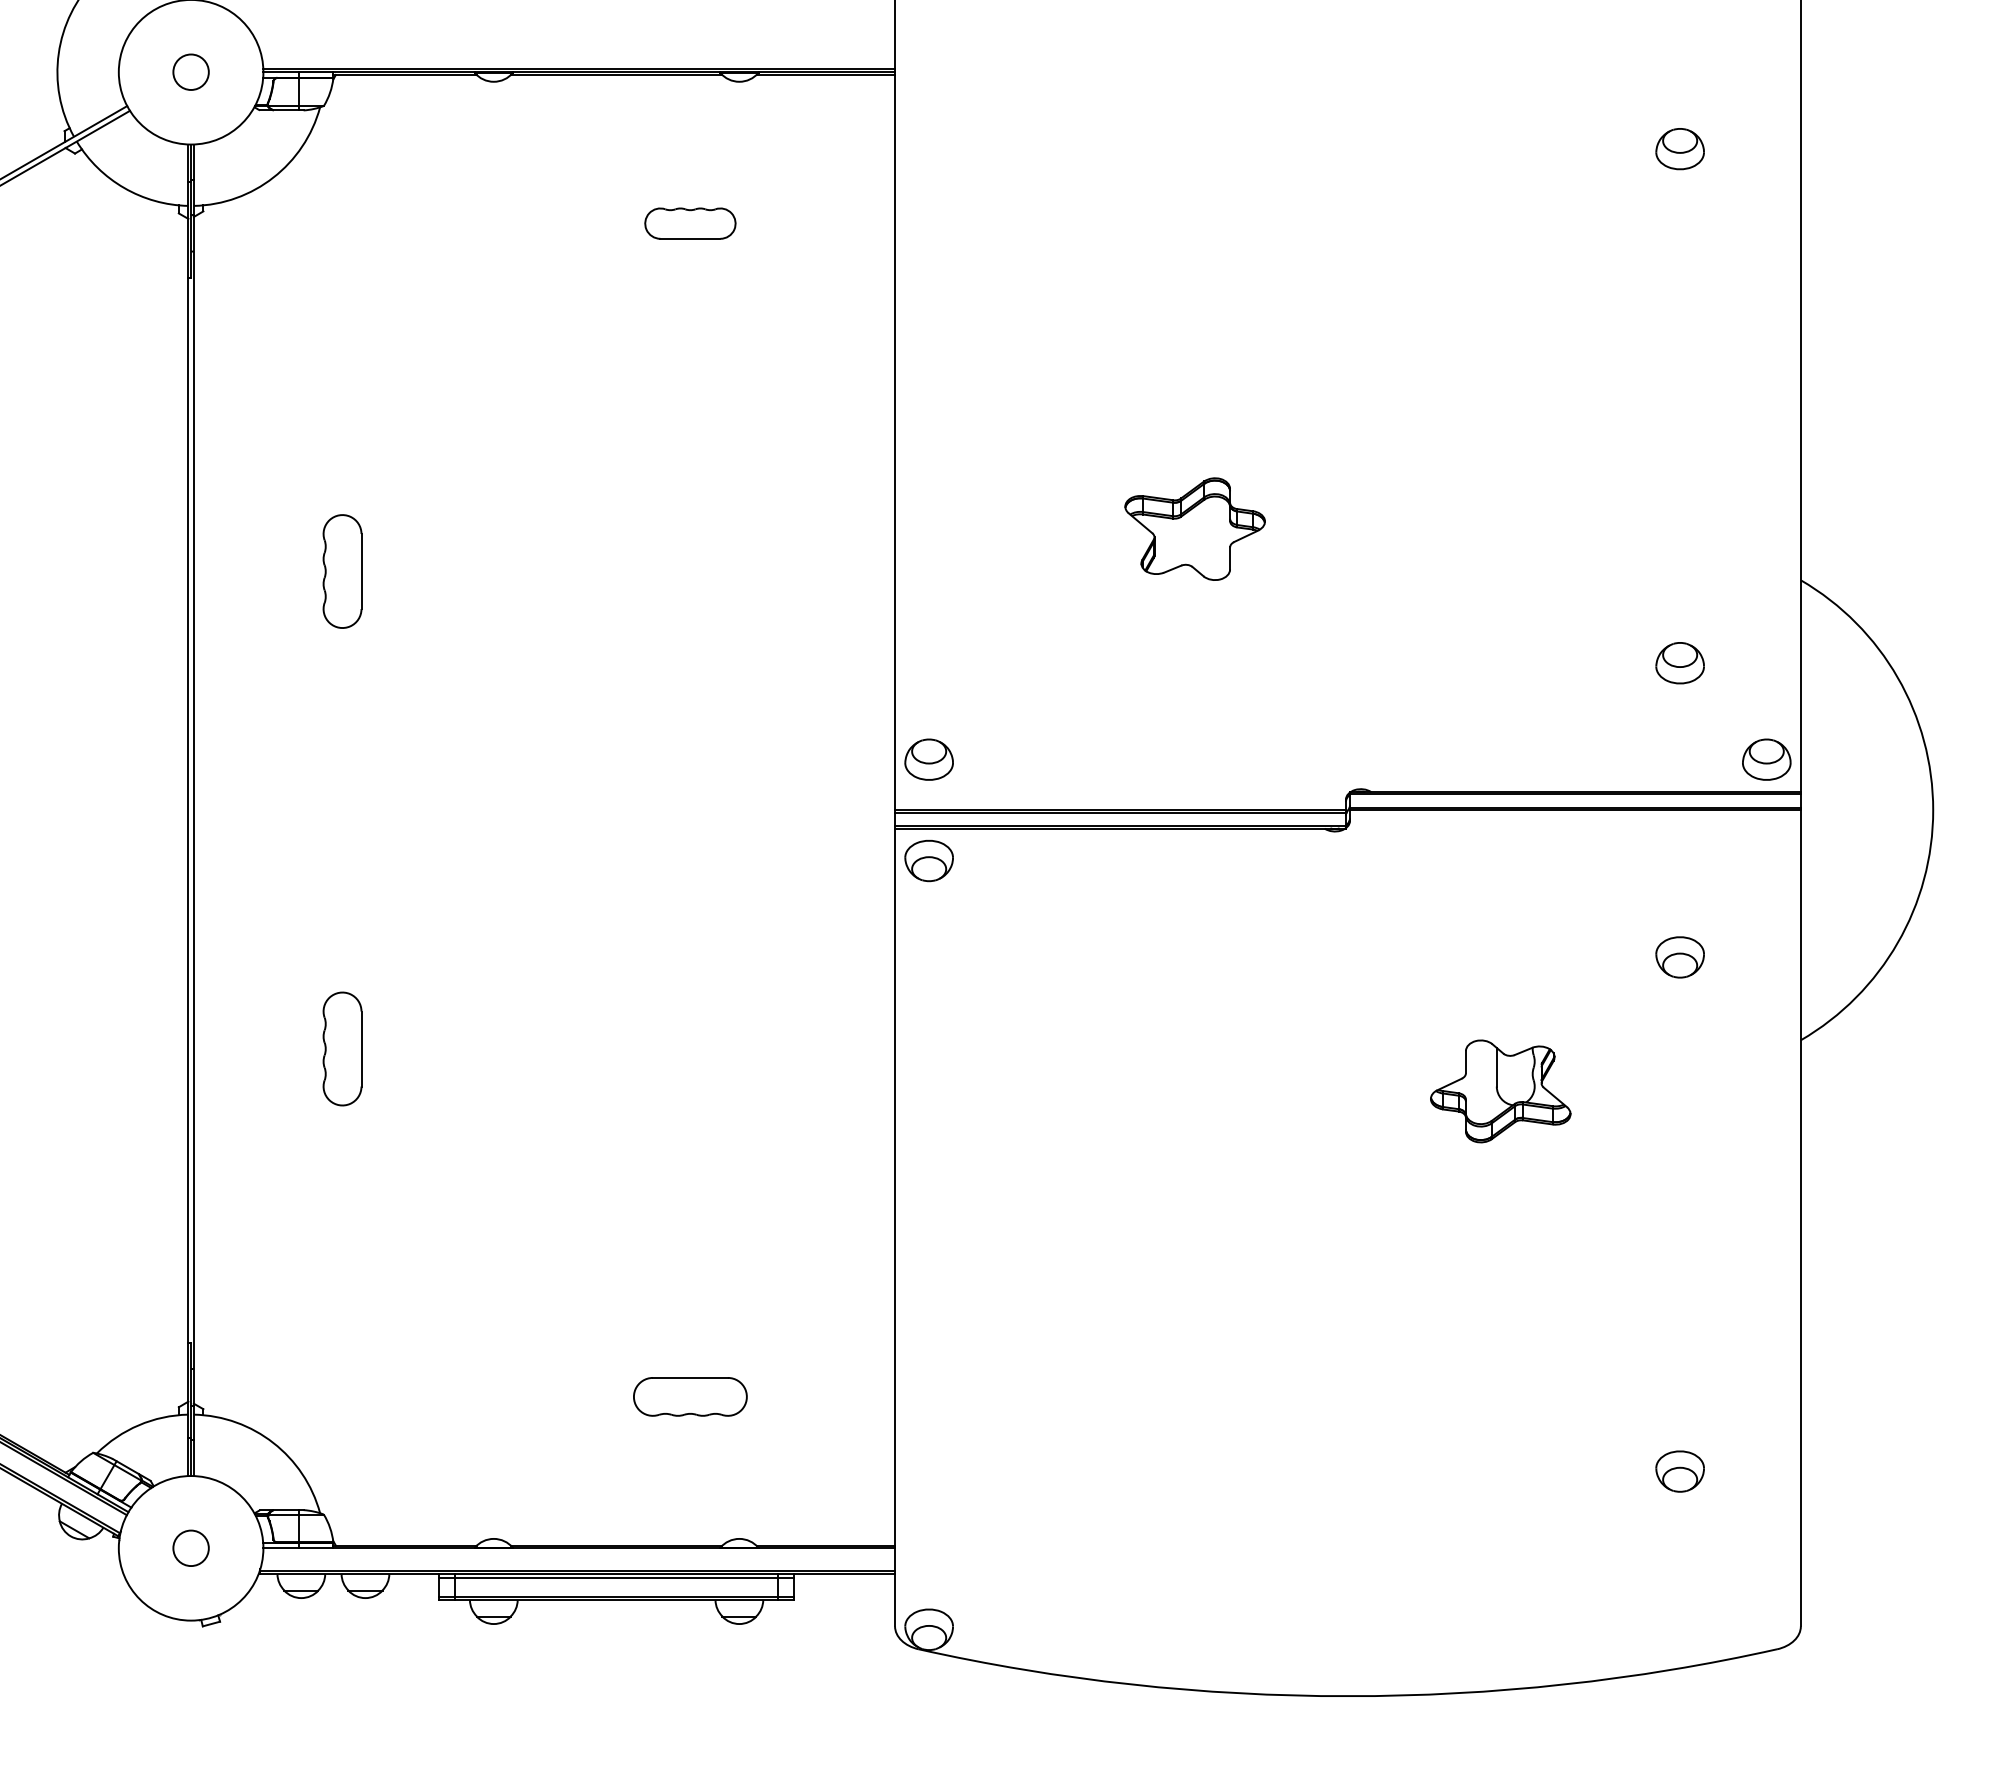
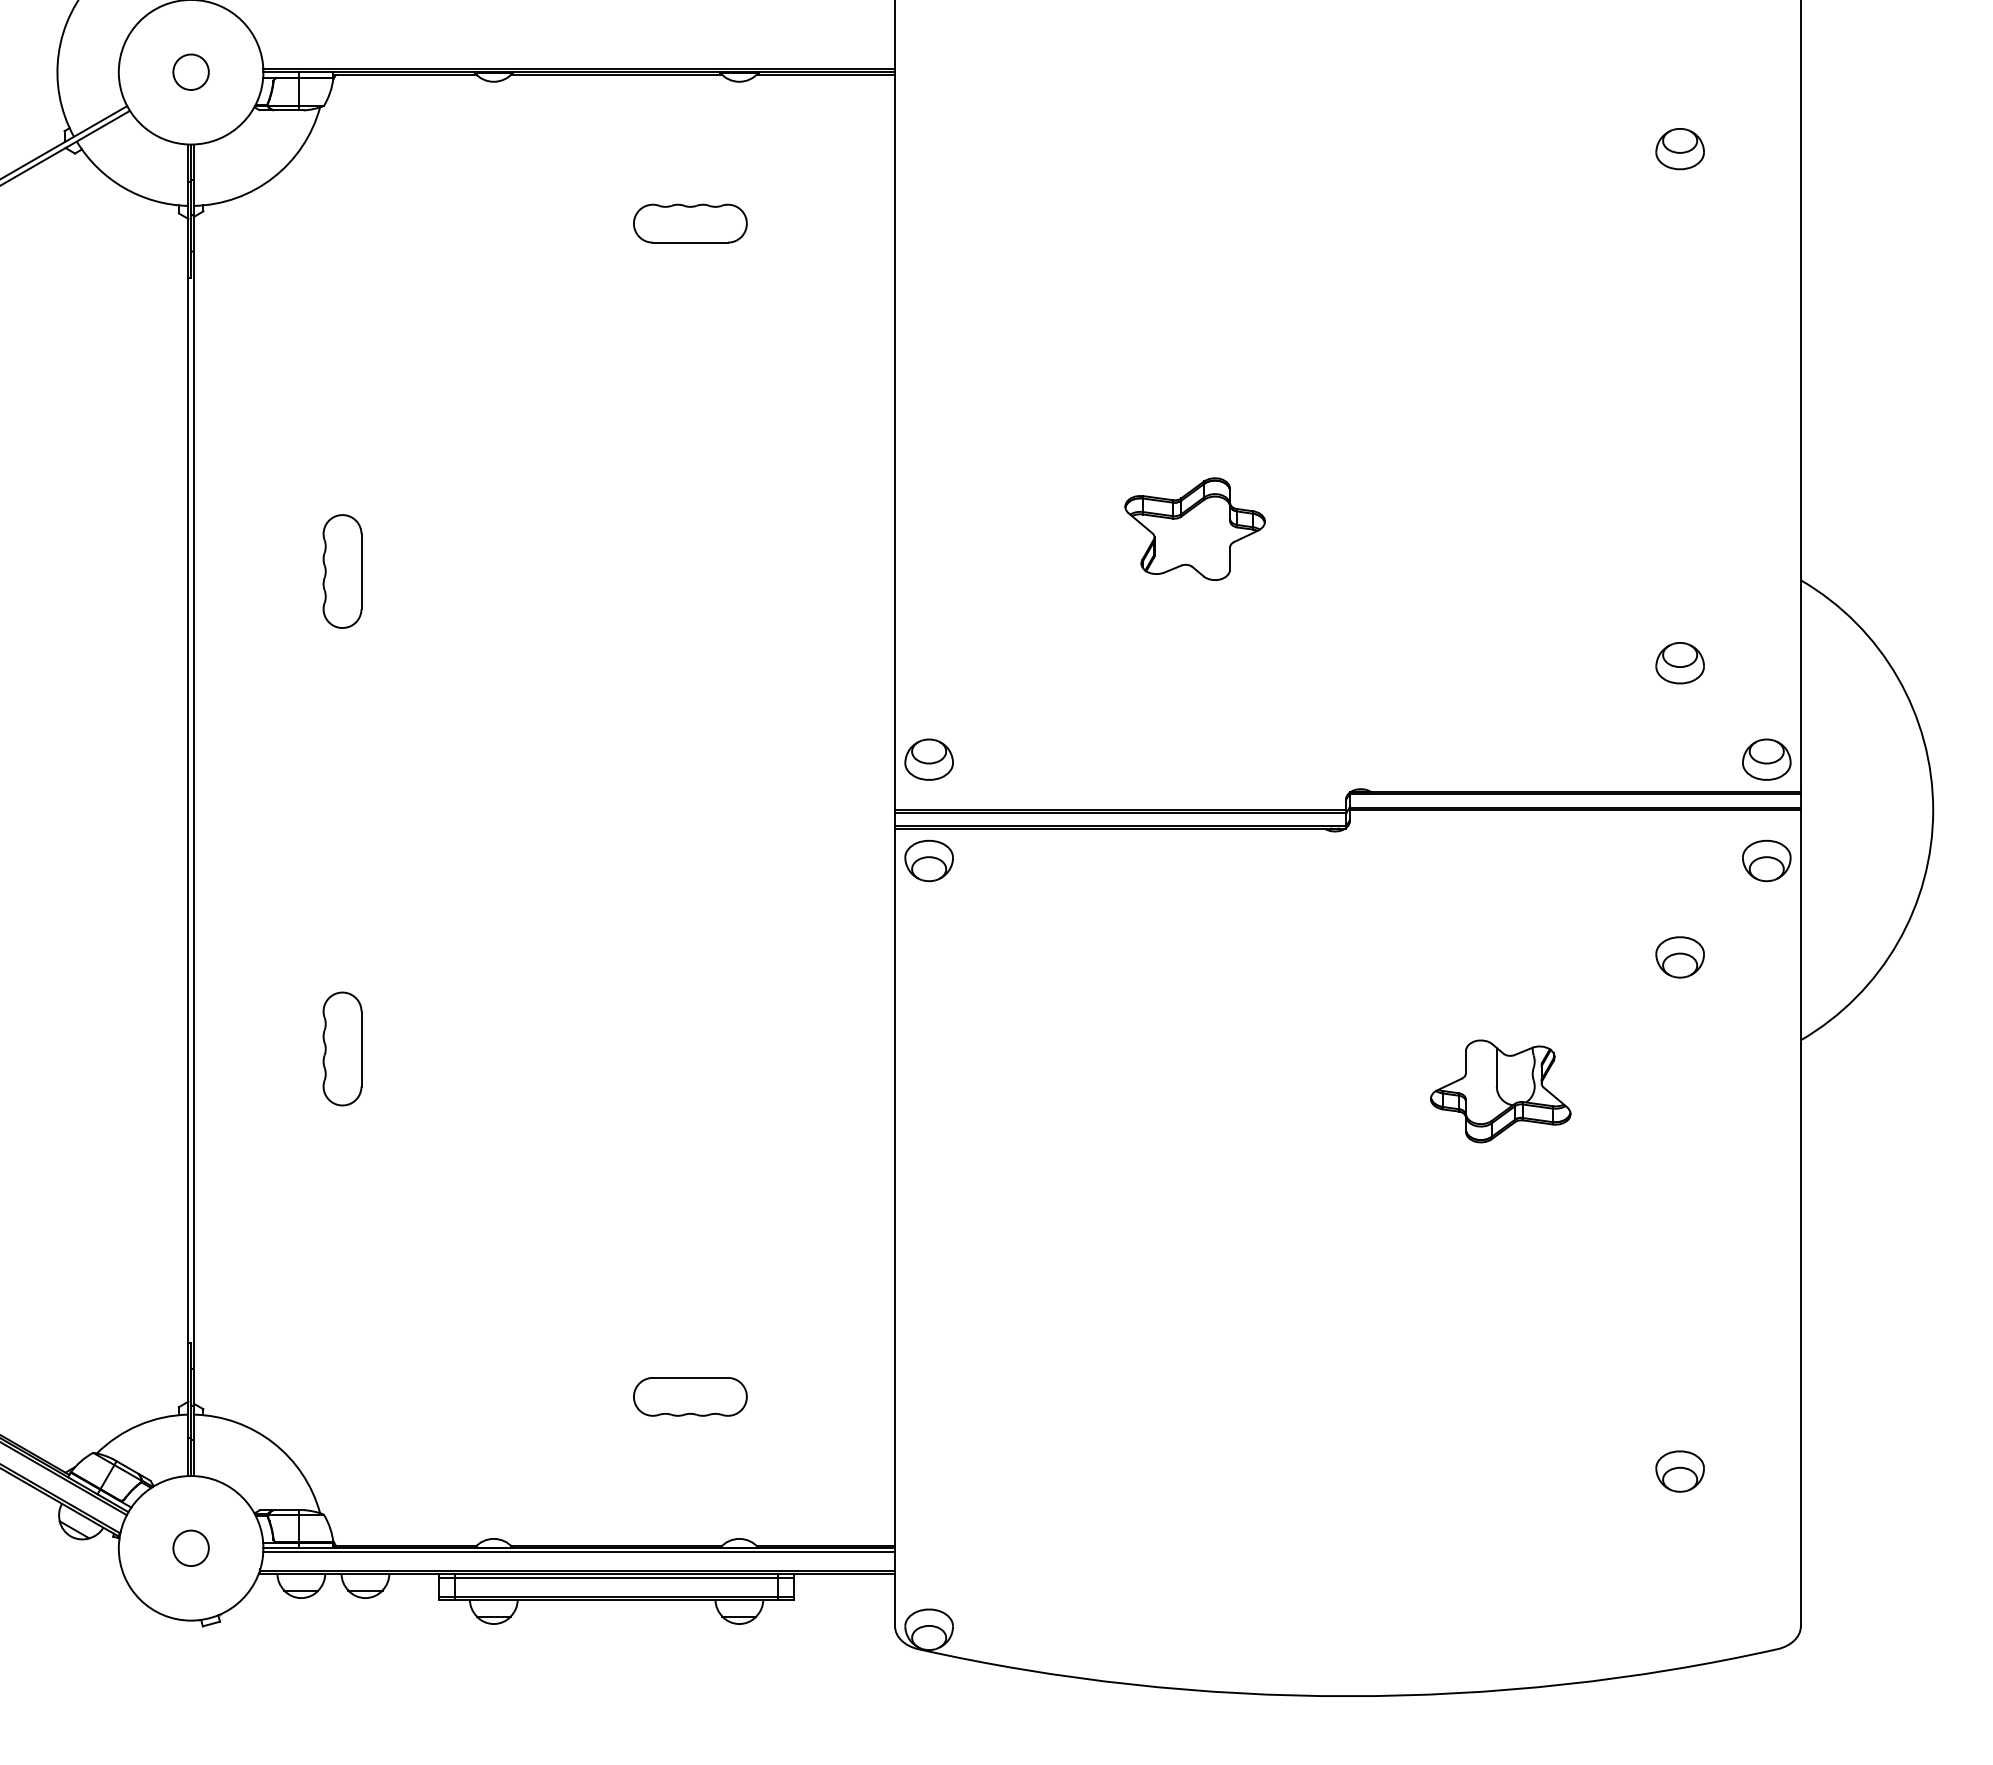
part at (690, 223) size: 93x33 px -> 115x41 px
part at (1766, 861): none -> present
line at (579, 1551): none -> present
